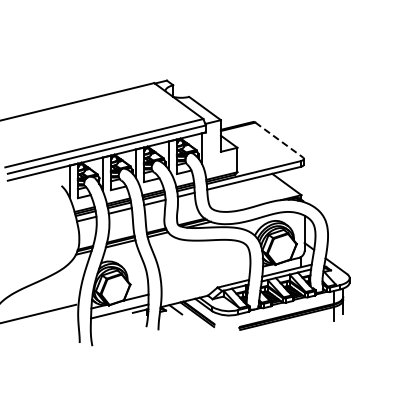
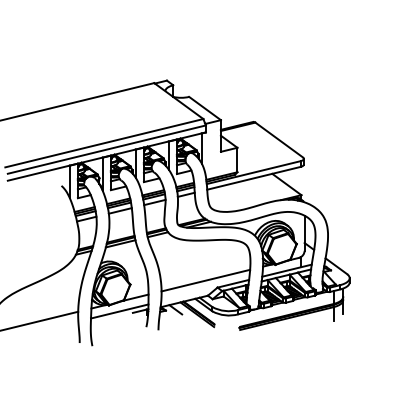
line at (279, 140): dashed -> solid
line at (205, 280): none -> present
line at (39, 313) position: (39, 313) -> (40, 320)
